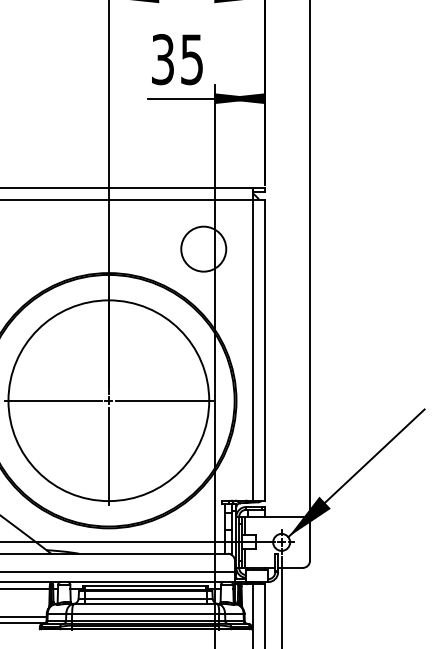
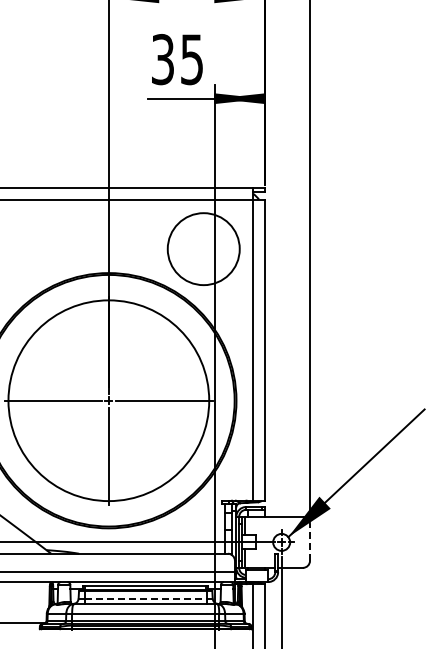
circle at (203, 248) diameter: 45 px -> 72 px
line at (310, 541): solid -> dashed
line at (25, 589): present -> none
line at (145, 598): solid -> dashed
line at (24, 616): present -> none
